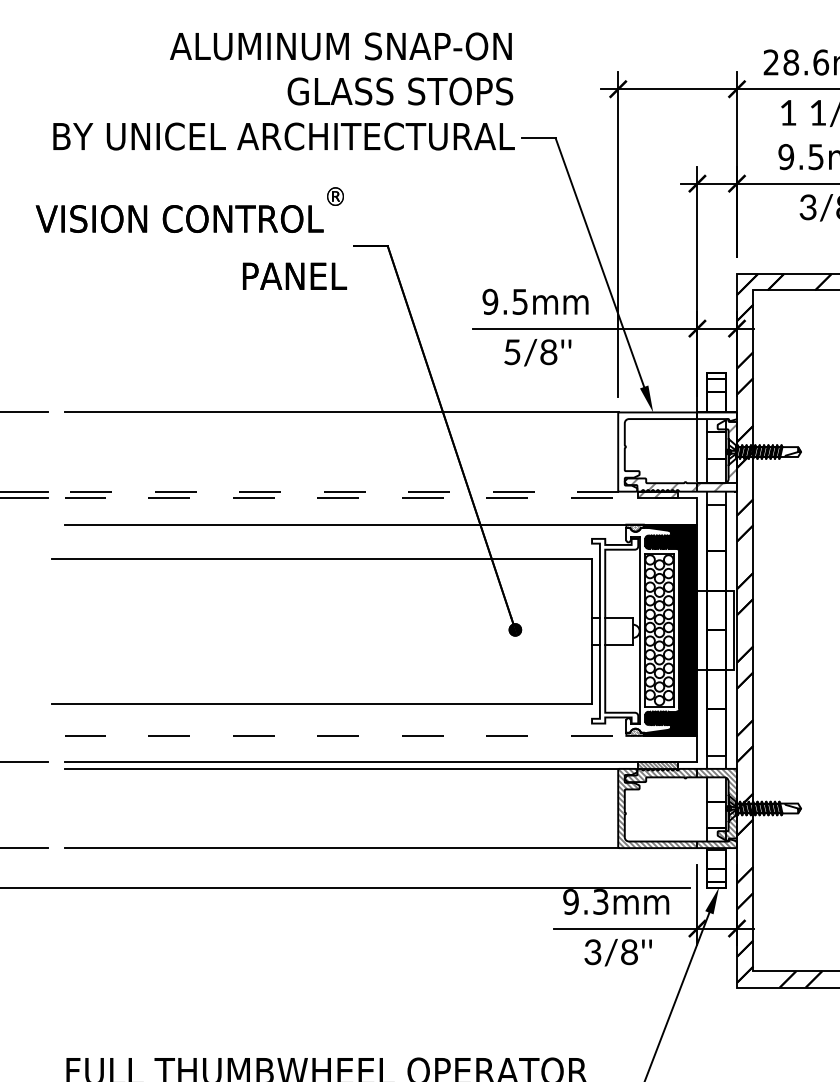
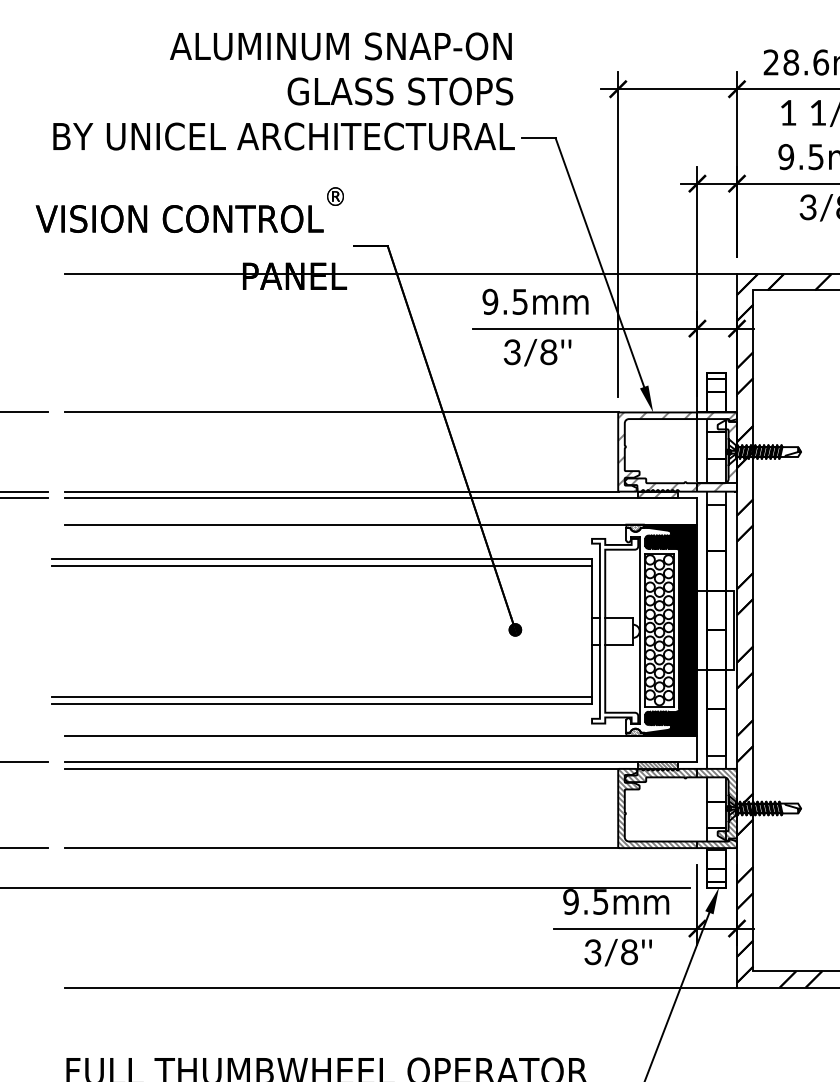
line at (400, 273): none -> present
text at (511, 352): 5/8''\f] -> 3/8''\f]
hatch at (677, 451): none -> present
line at (341, 491): dashed -> solid
line at (380, 498): dashed -> solid
line at (322, 565): none -> present
line at (322, 696): none -> present
line at (380, 735): dashed -> solid
text at (601, 901): 9.3mm -> 9.5mm
line at (400, 987): none -> present
